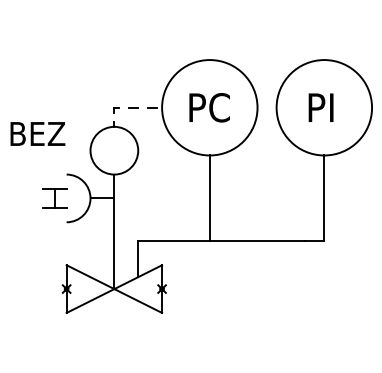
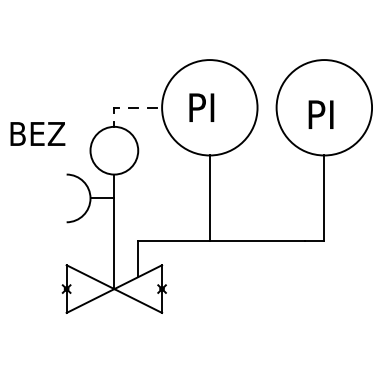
text at (219, 107): PC -> PI
text at (320, 107) position: (320, 107) -> (320, 114)
part at (54, 198): present -> none
